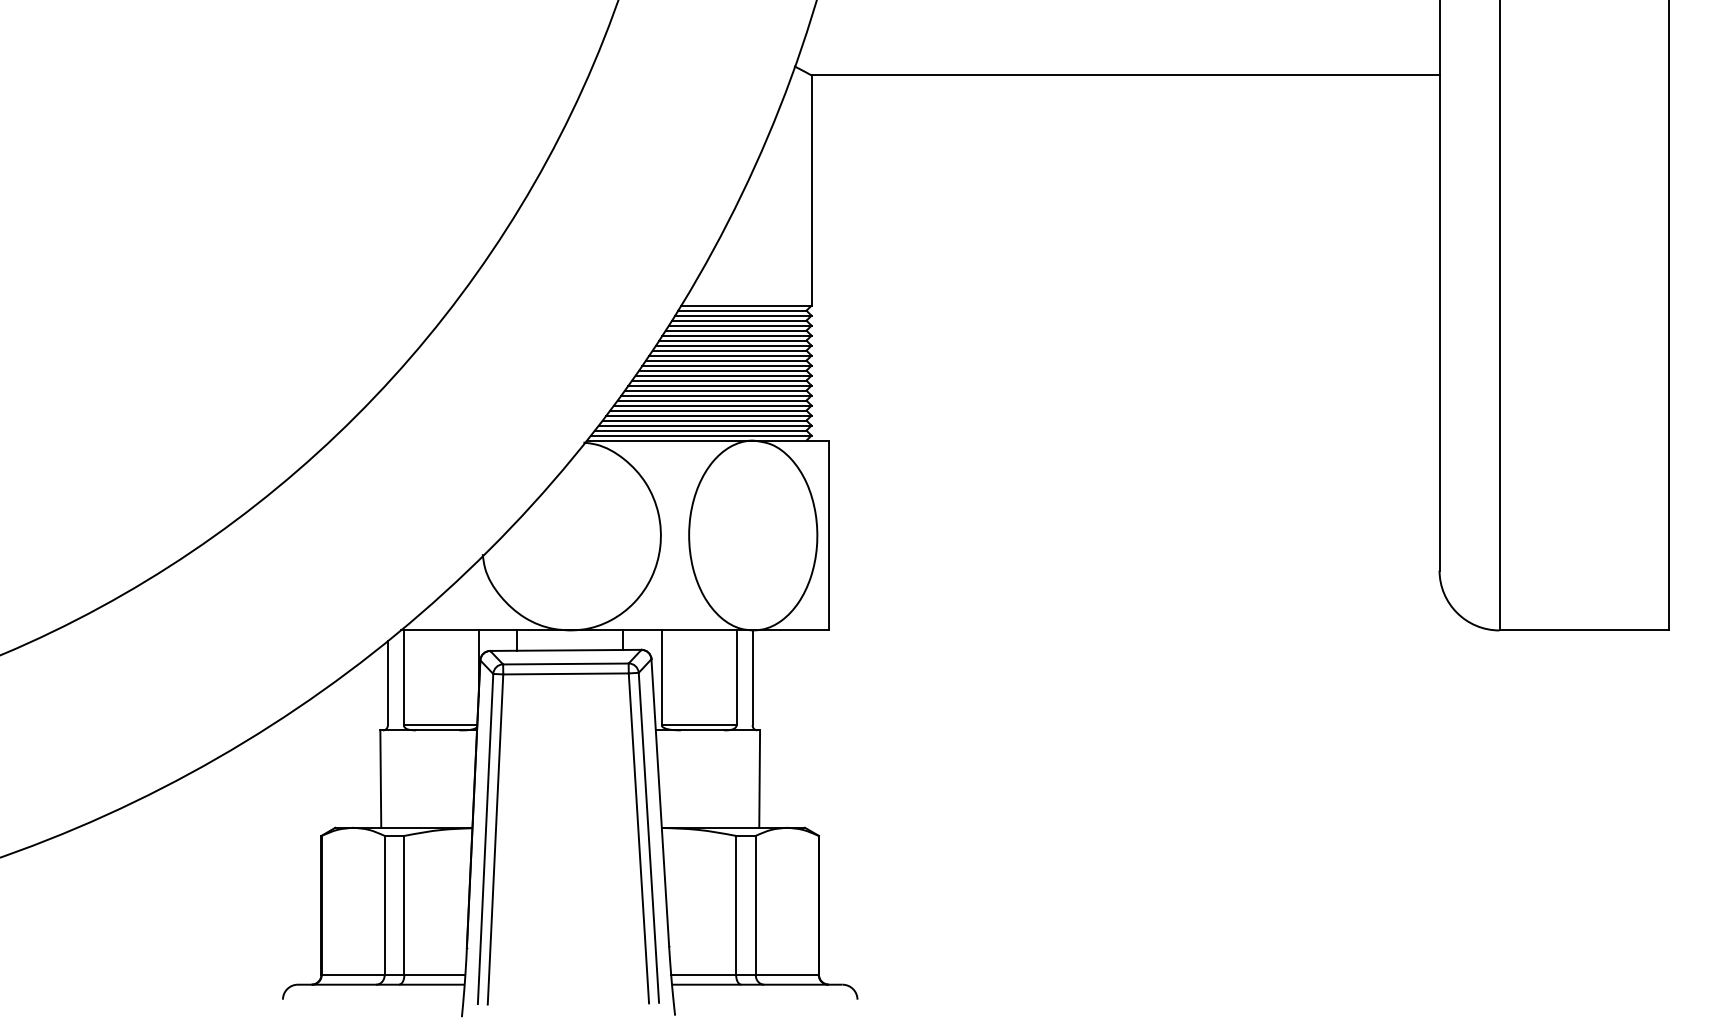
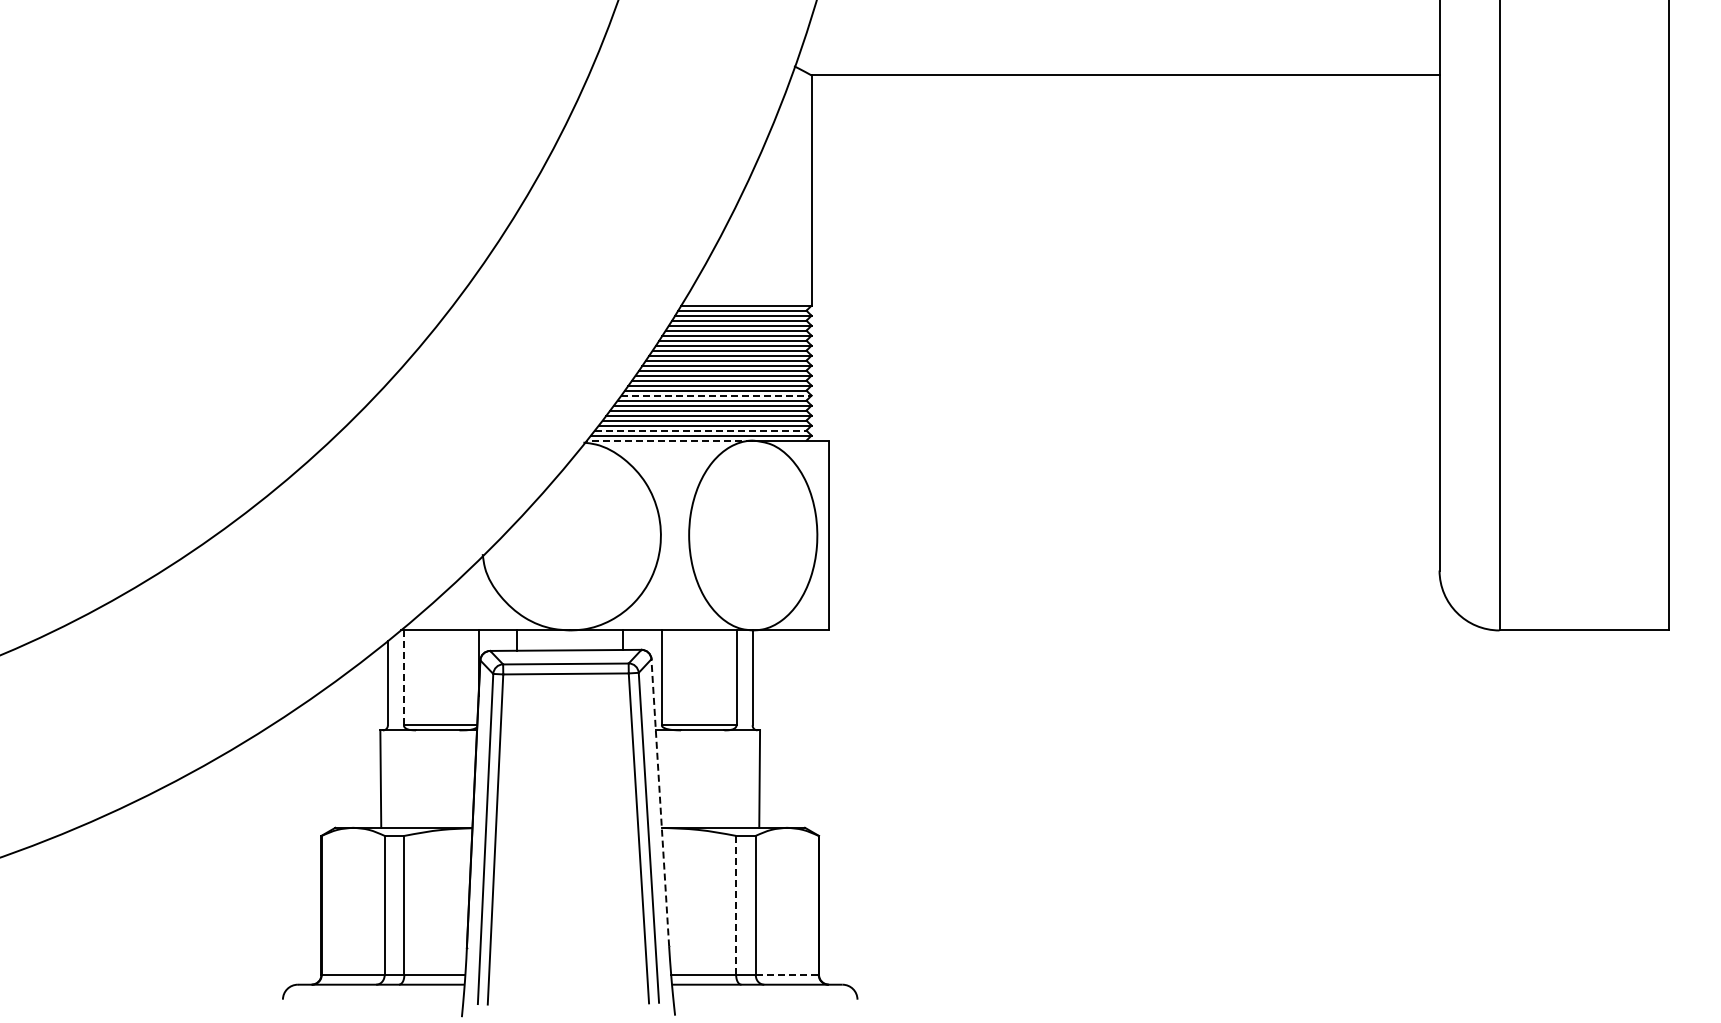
line at (716, 395): solid -> dashed
line at (700, 430): solid -> dashed
line at (669, 440): solid -> dashed
line at (403, 677): solid -> dashed
line at (660, 802): solid -> dashed
line at (736, 904): solid -> dashed
line at (787, 974): solid -> dashed
